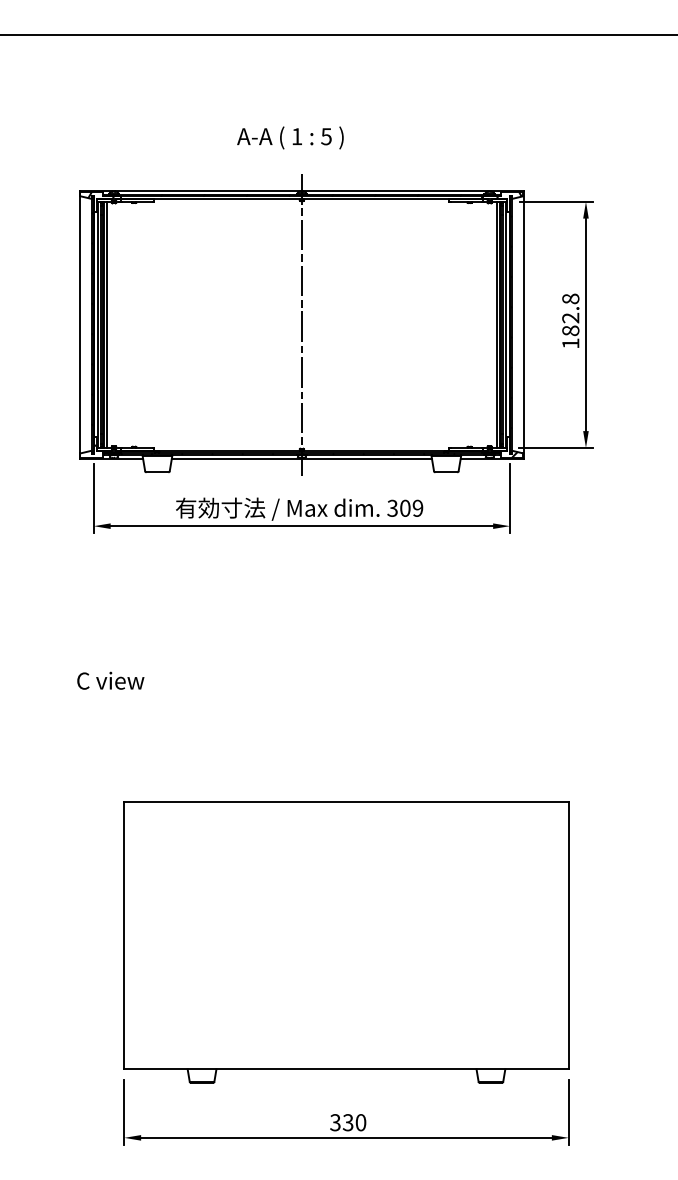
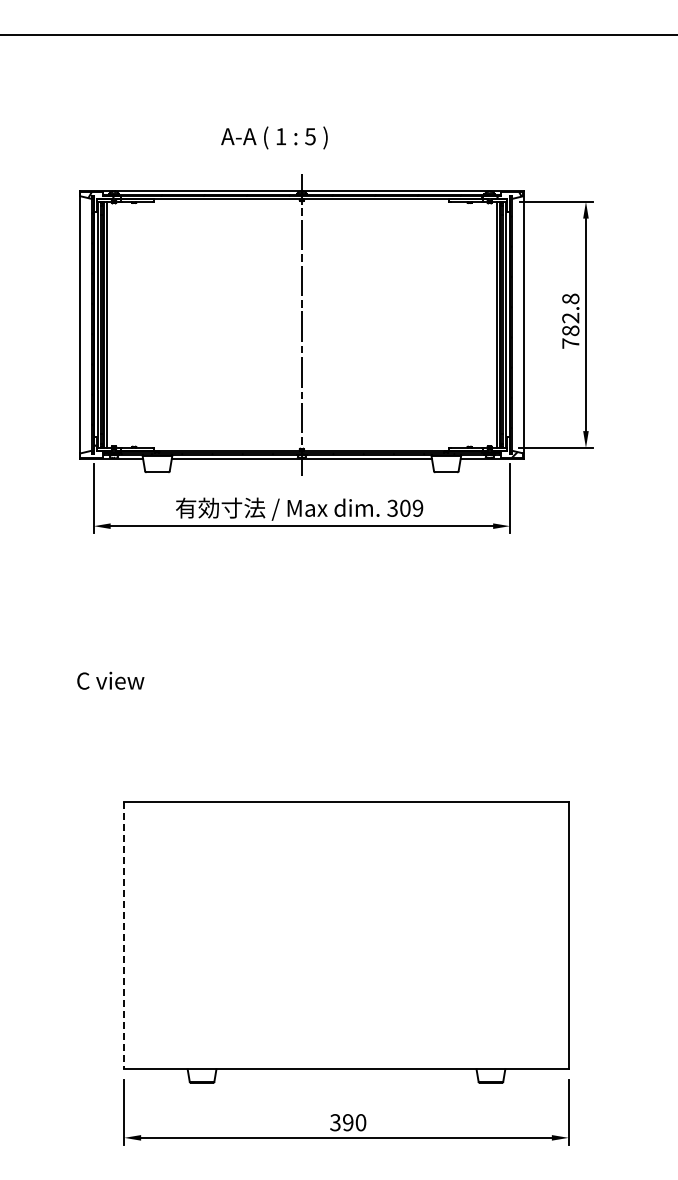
text at (290, 137) position: (290, 137) -> (274, 137)
text at (570, 343): 182.8 -> 782.8
line at (124, 935): solid -> dashed
text at (347, 1122): 330 -> 390
